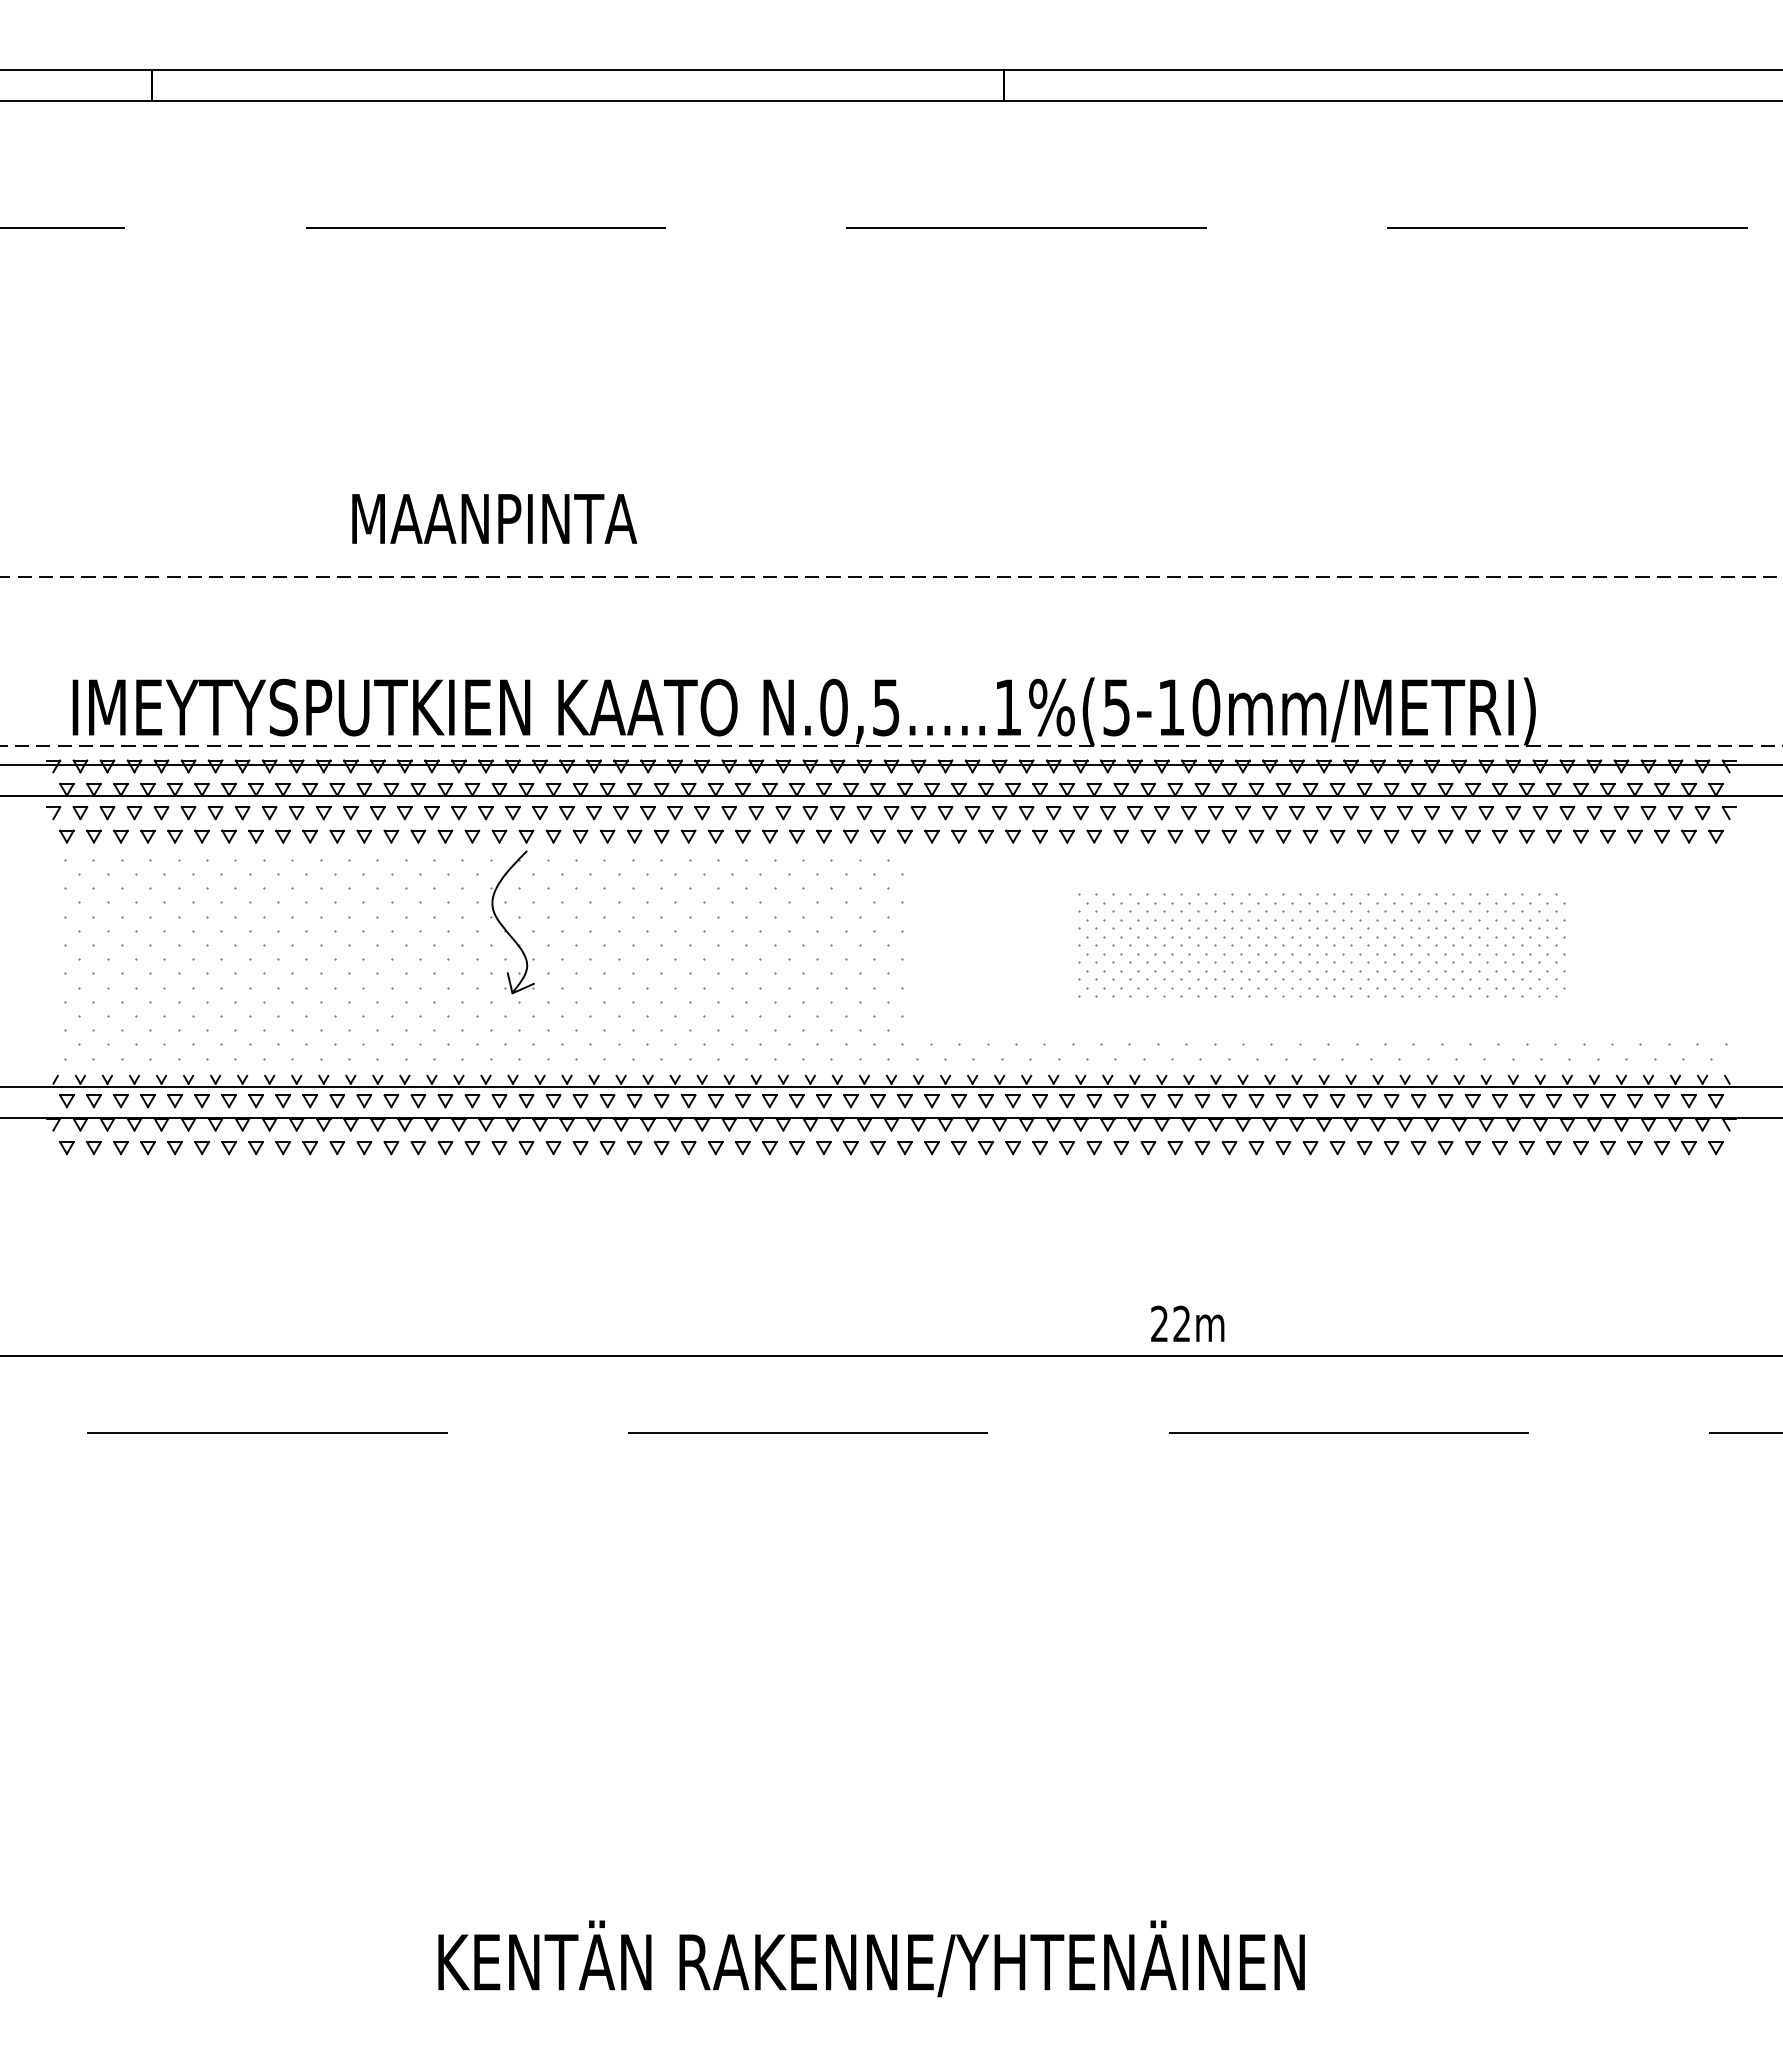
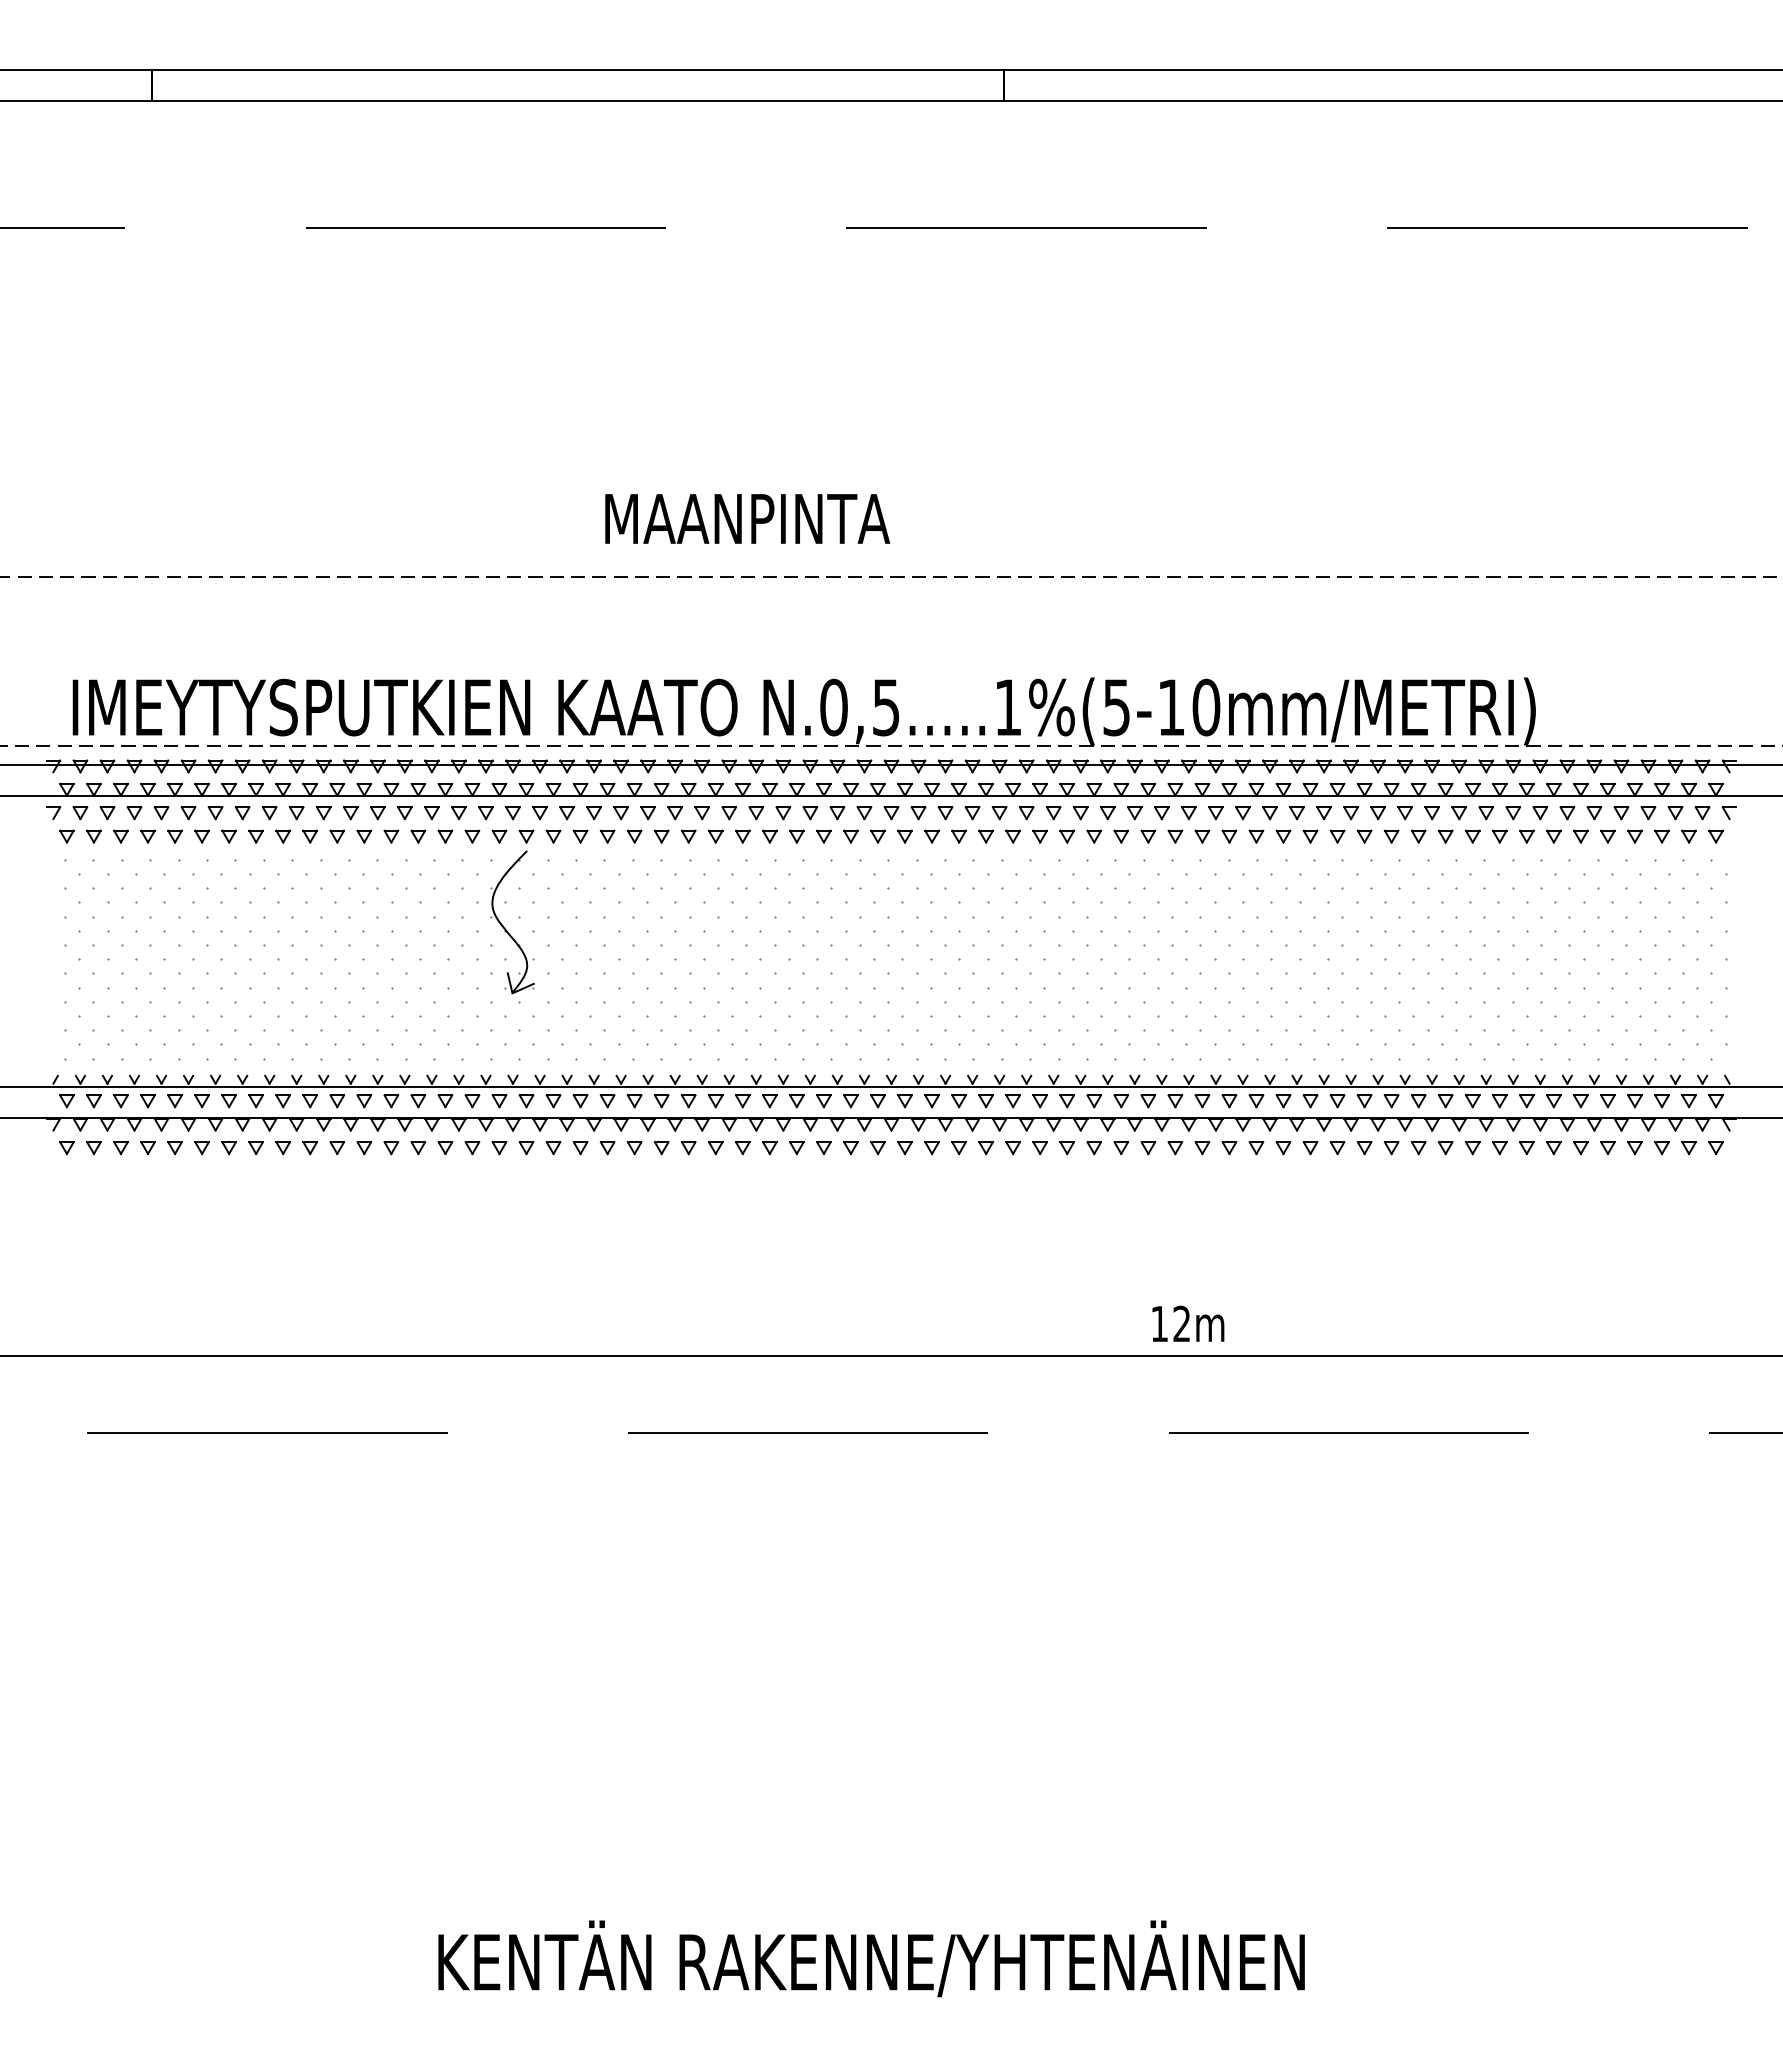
text at (494, 518) position: (494, 518) -> (747, 518)
part at (1321, 945) size: 488x105 px -> 812x173 px
text at (1159, 1323): 22m -> 12m
